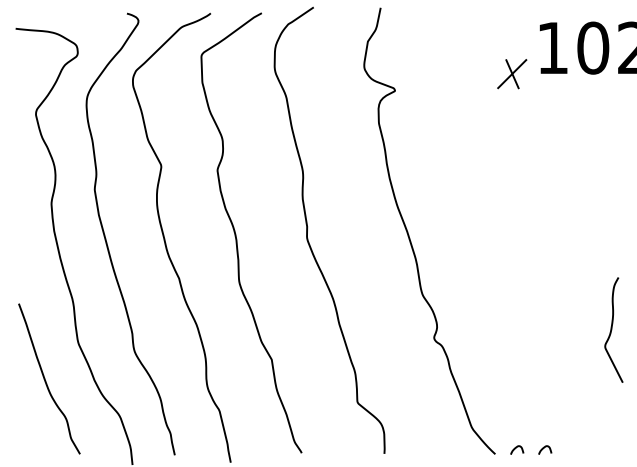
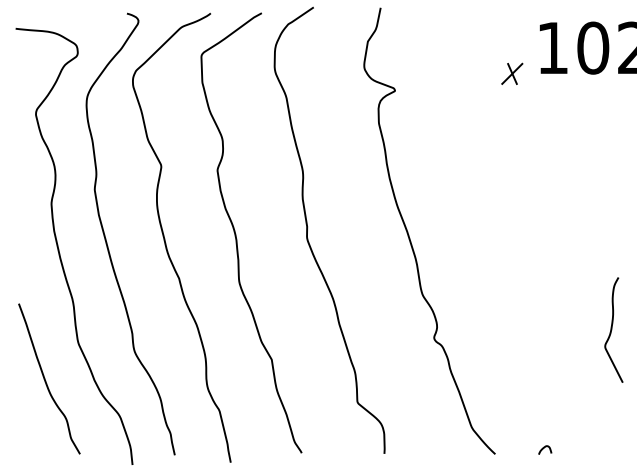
part at (512, 74) size: 31x31 px -> 23x23 px
curve at (516, 448): present -> none
